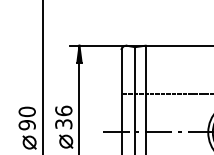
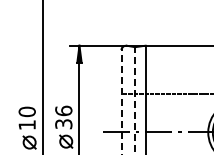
line at (121, 101): solid -> dashed
line at (135, 101): solid -> dashed
text at (26, 125): 90 -> 10
